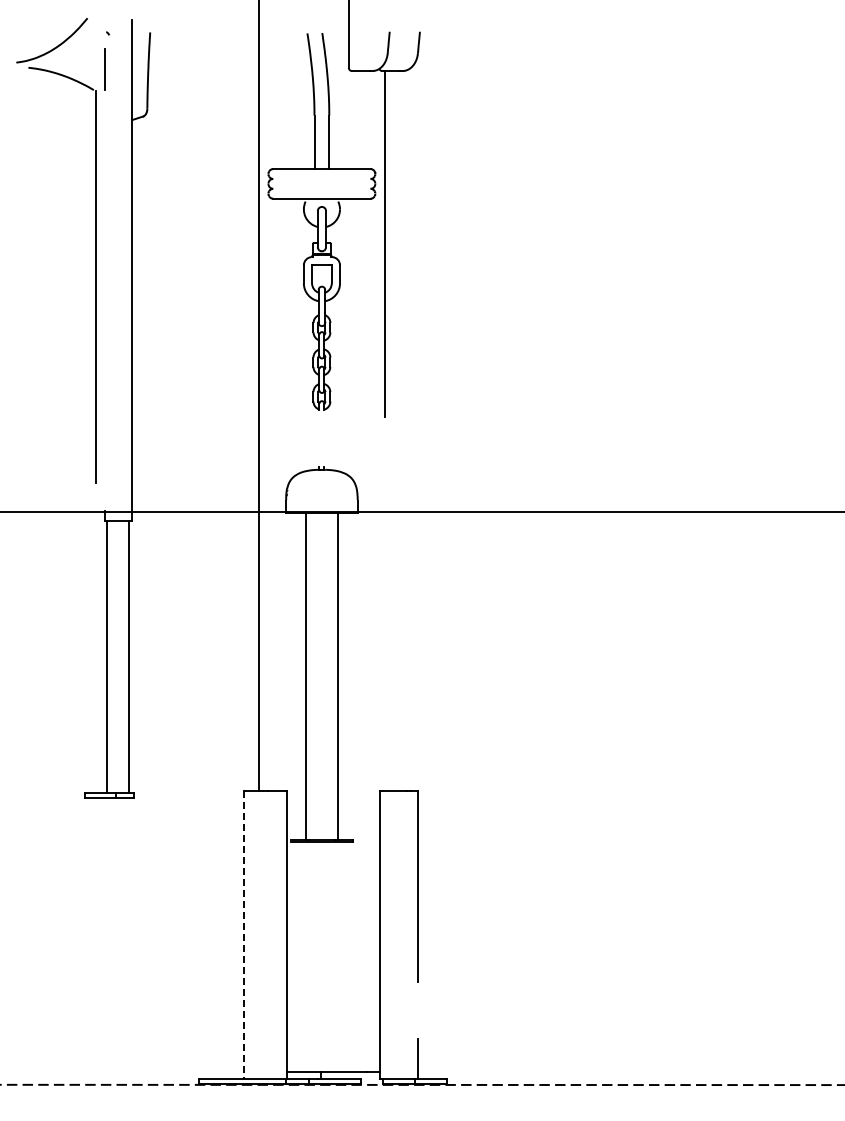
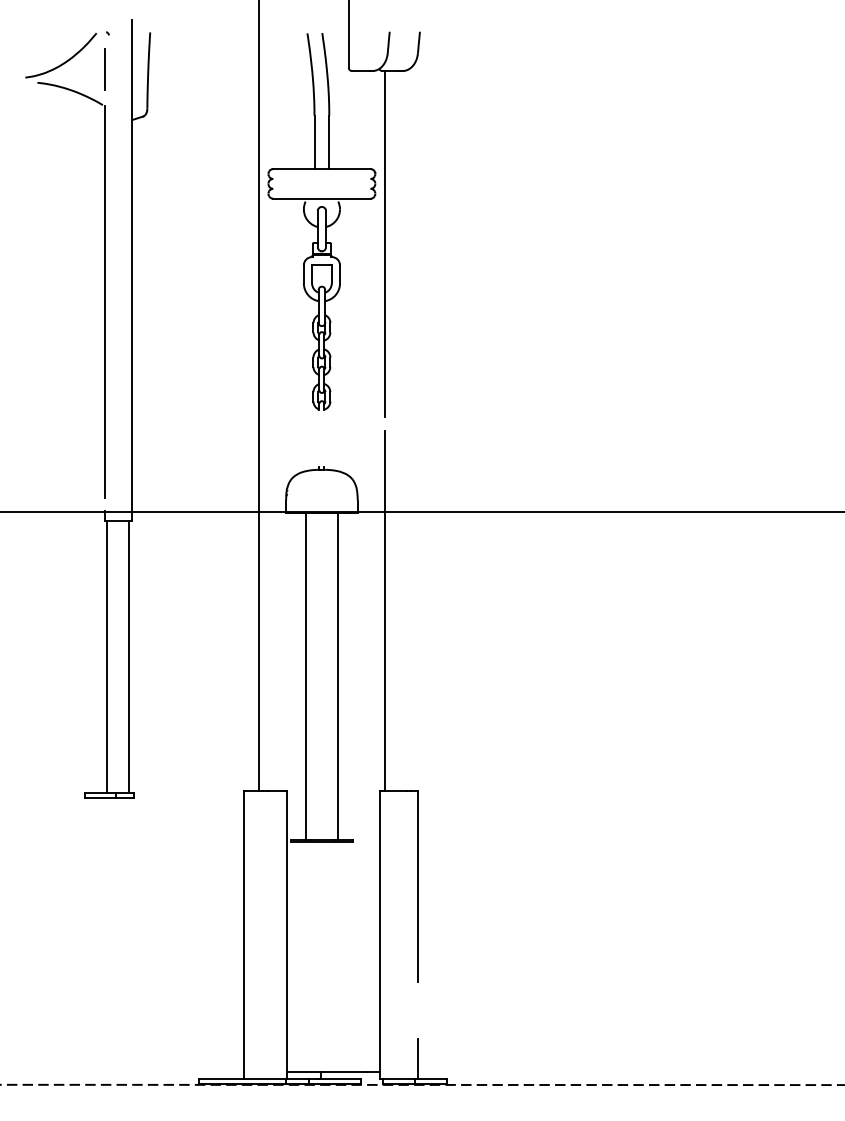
part at (95, 250) position: (95, 250) -> (104, 265)
line at (385, 611): none -> present
line at (243, 935): dashed -> solid
